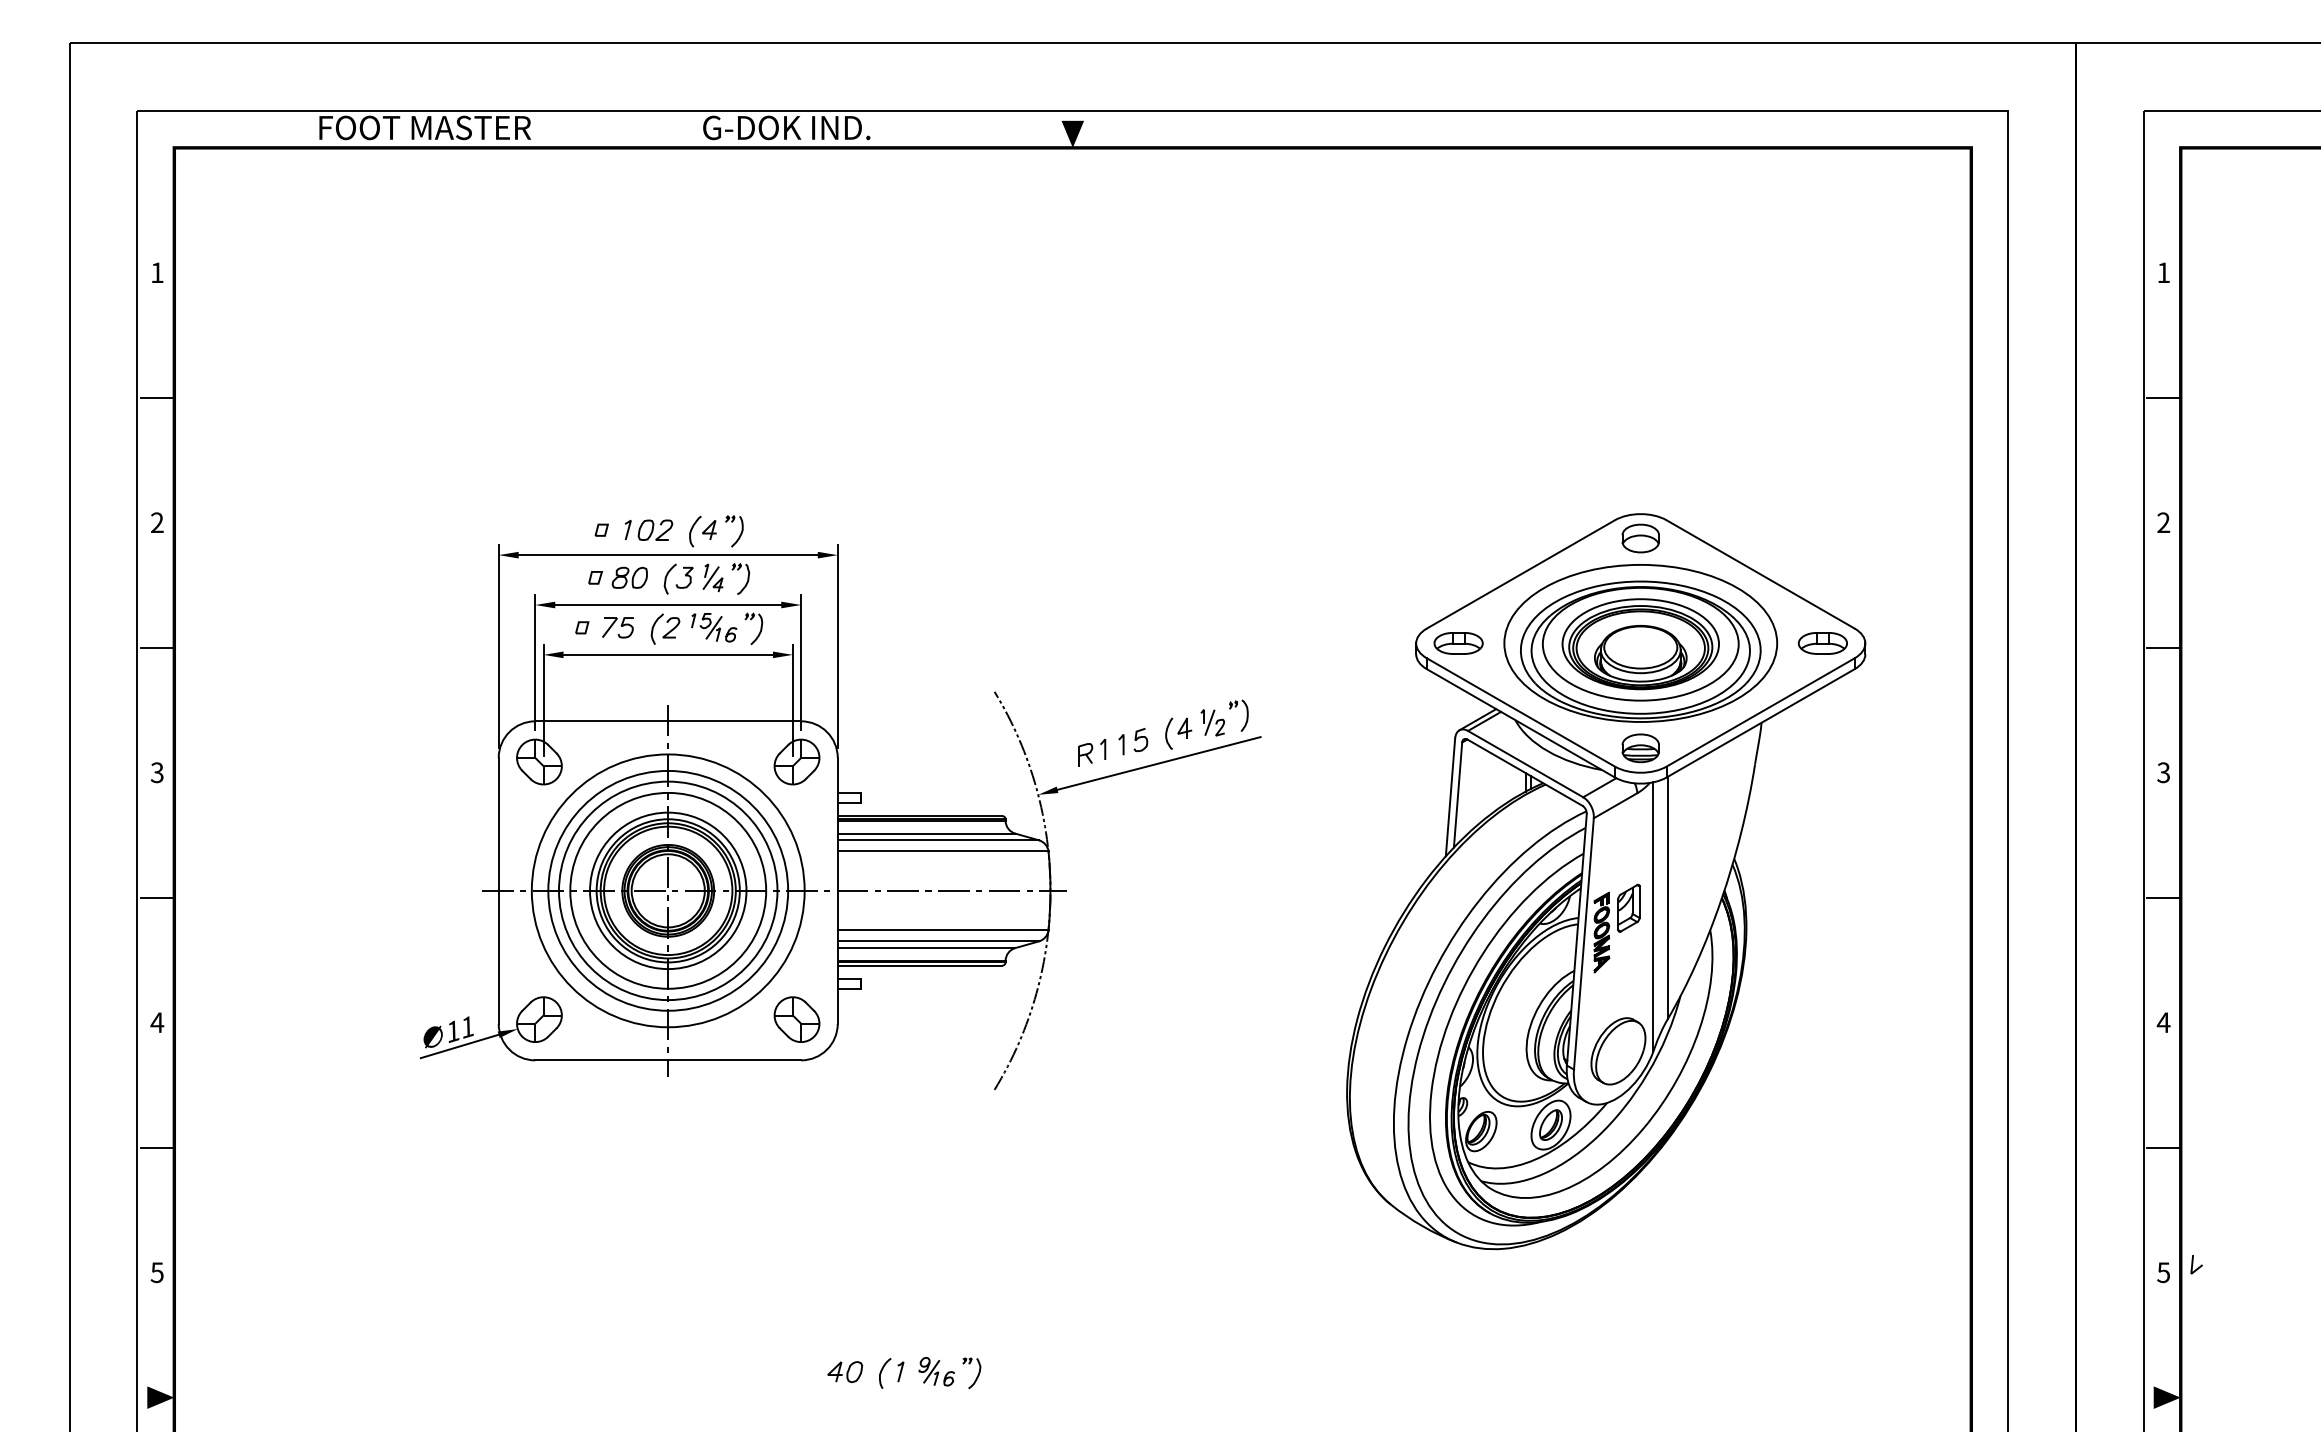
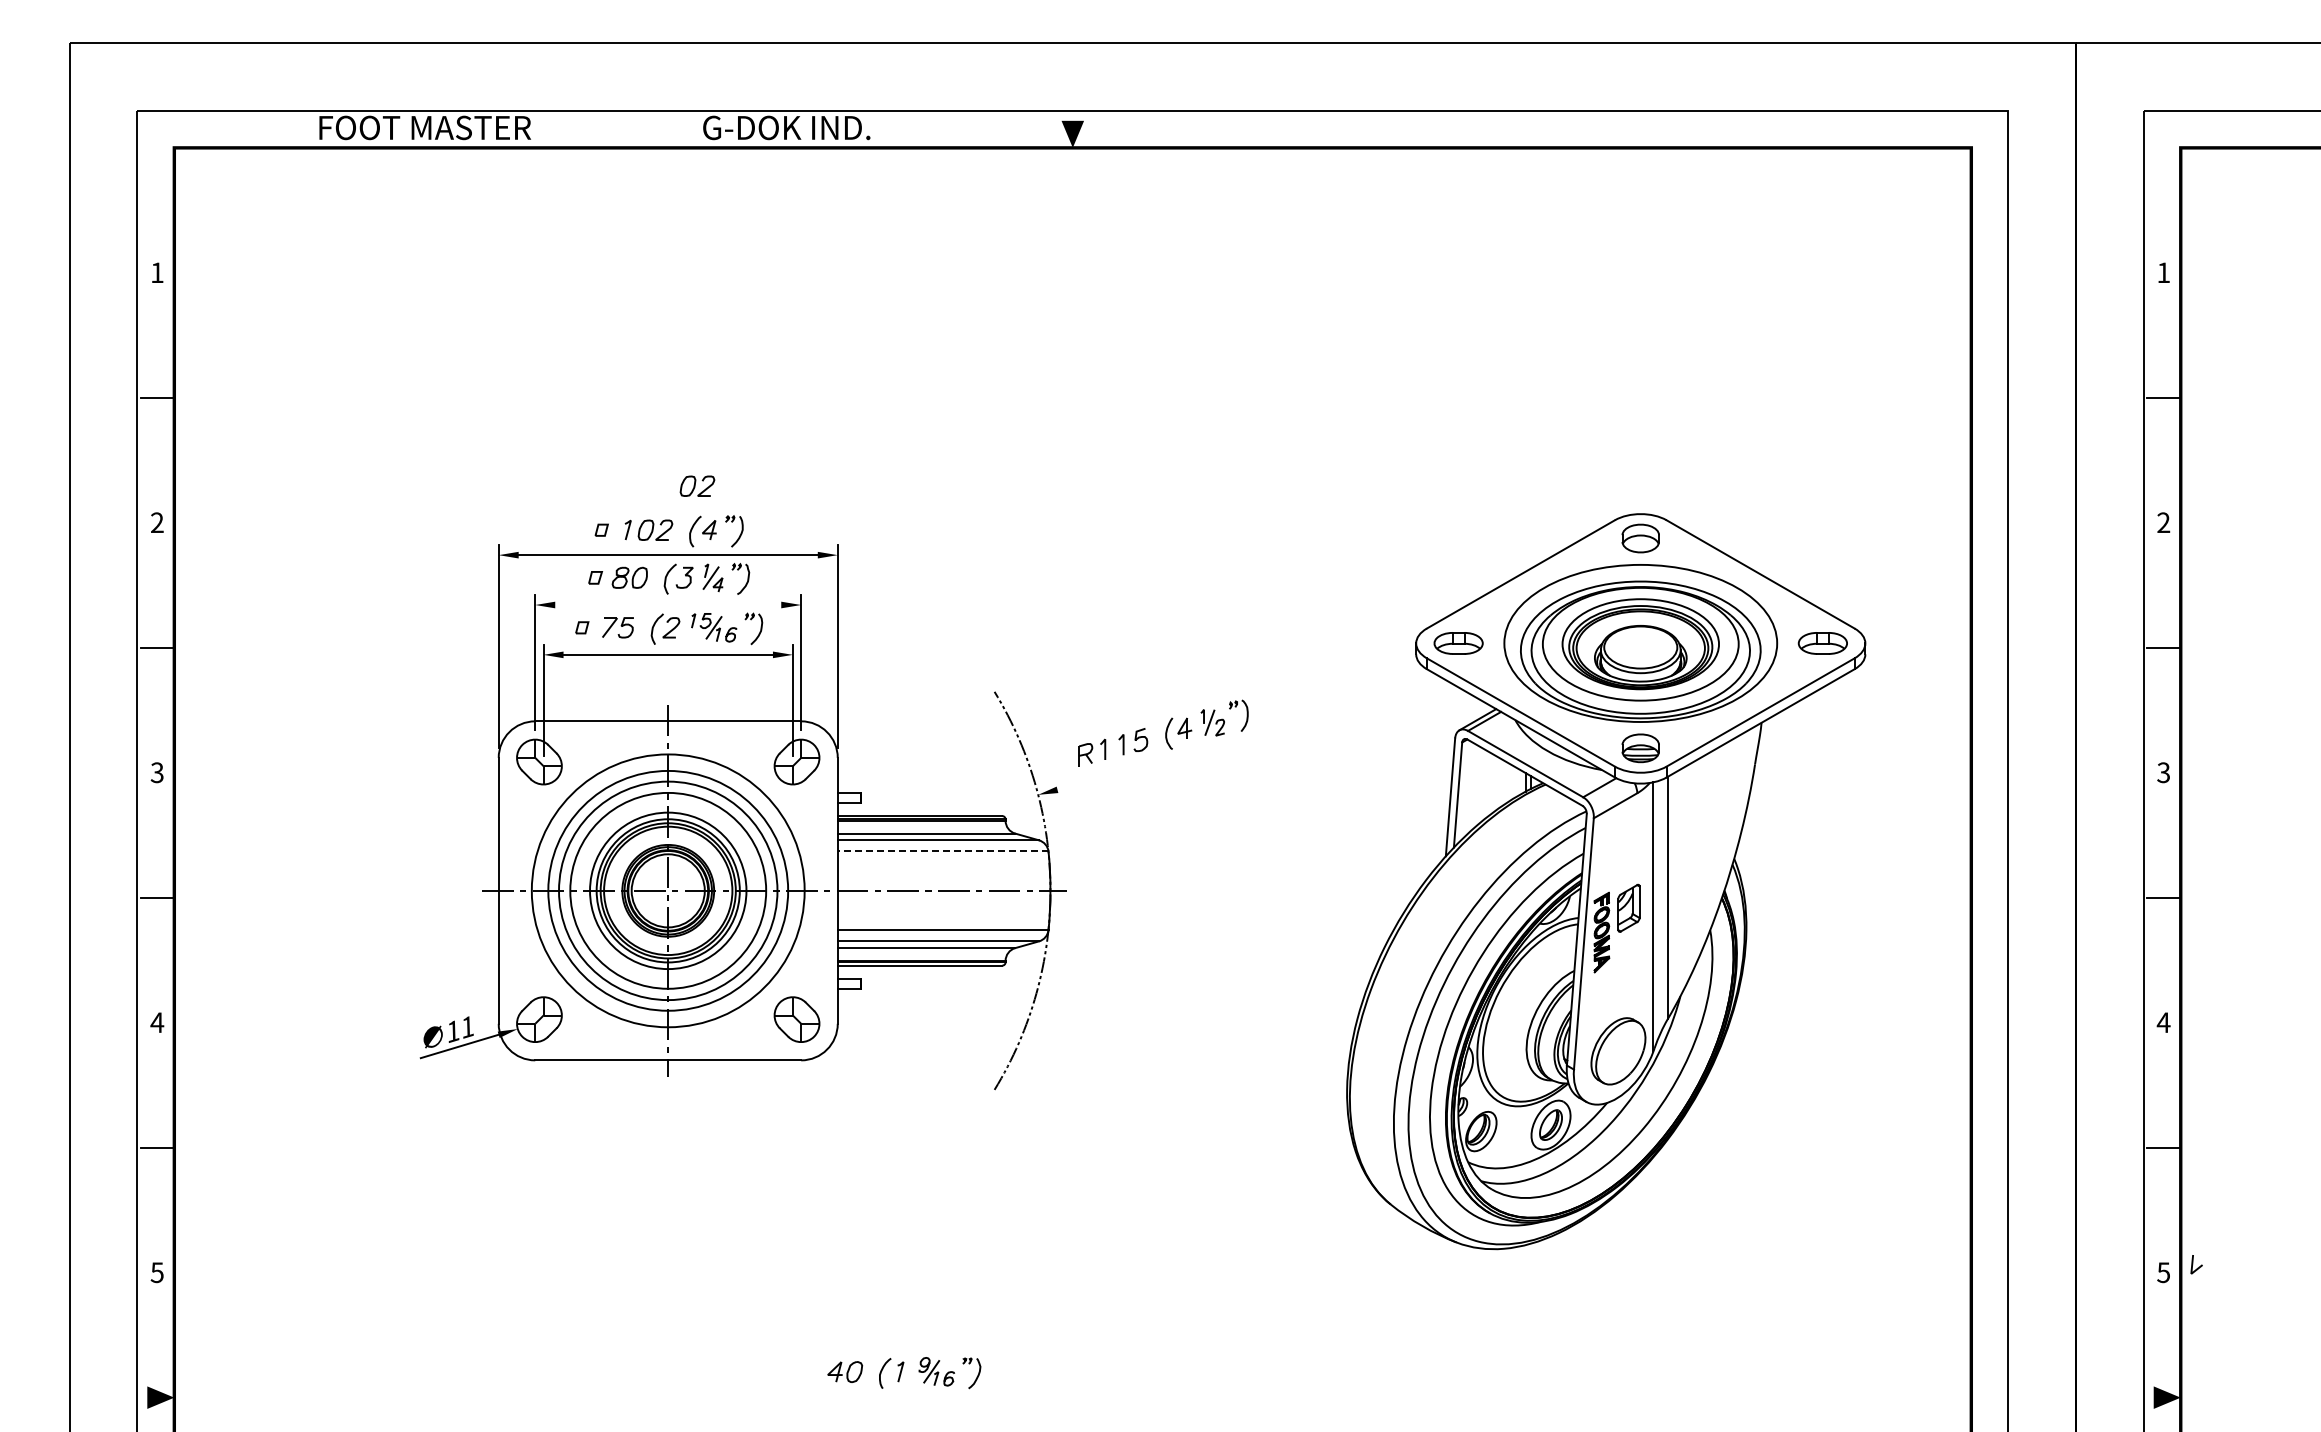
part at (697, 485): none -> present
line at (668, 605): present -> none
line at (1158, 763): present -> none
line at (942, 851): solid -> dashed
